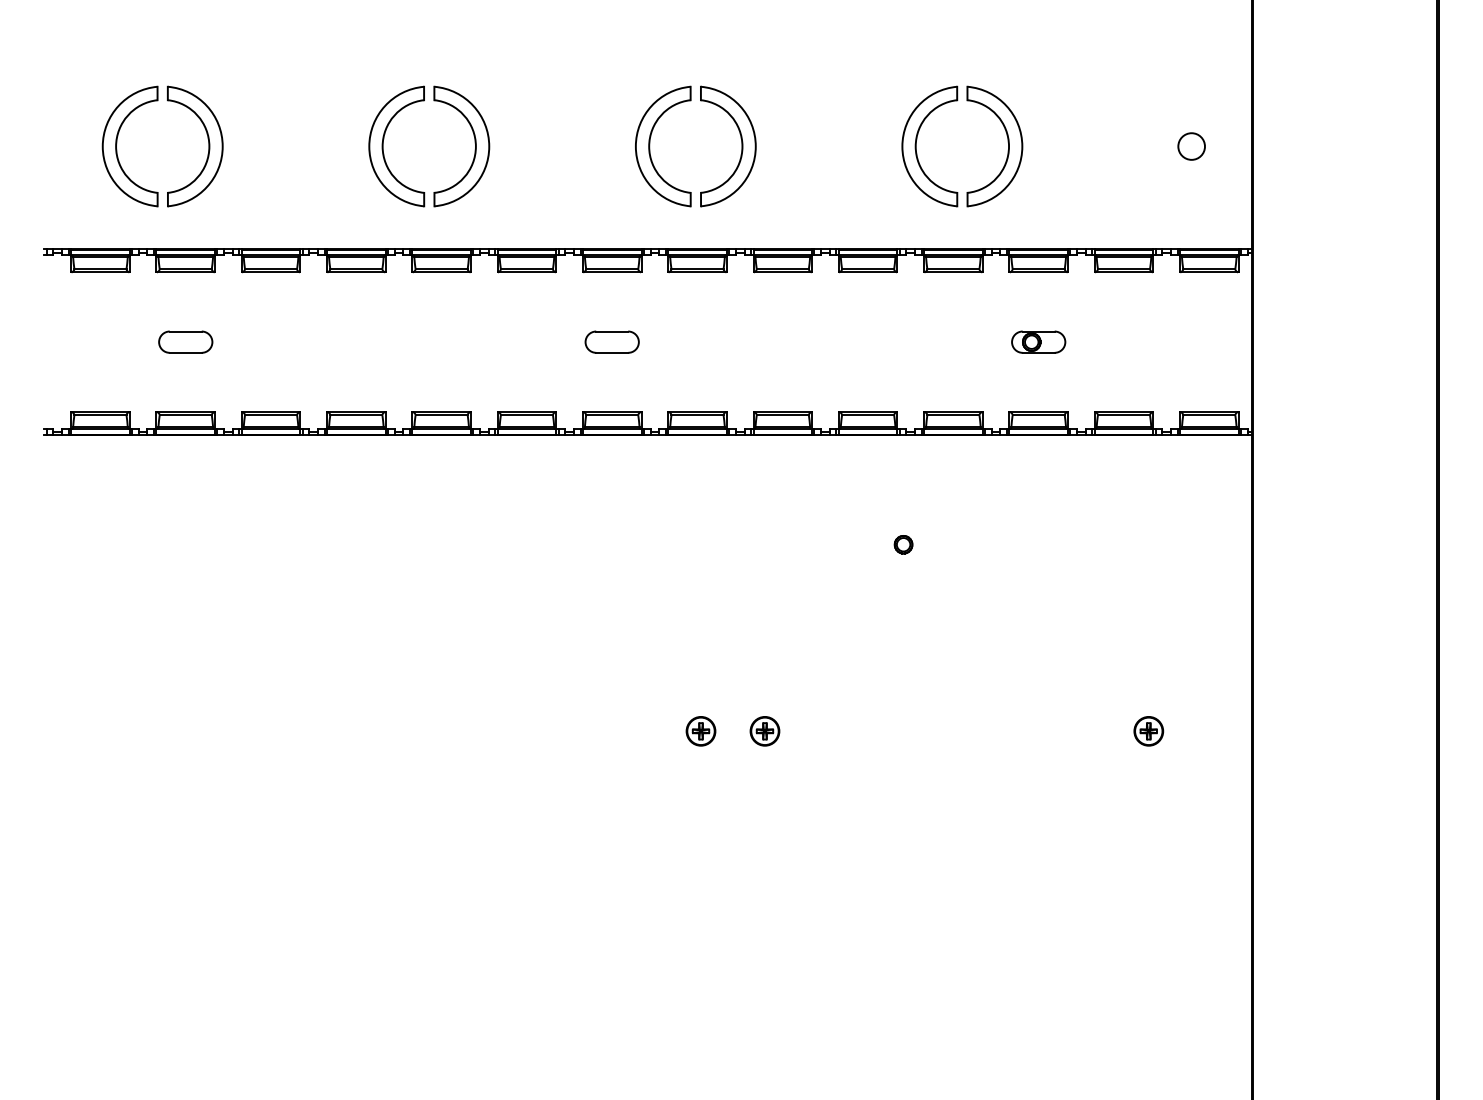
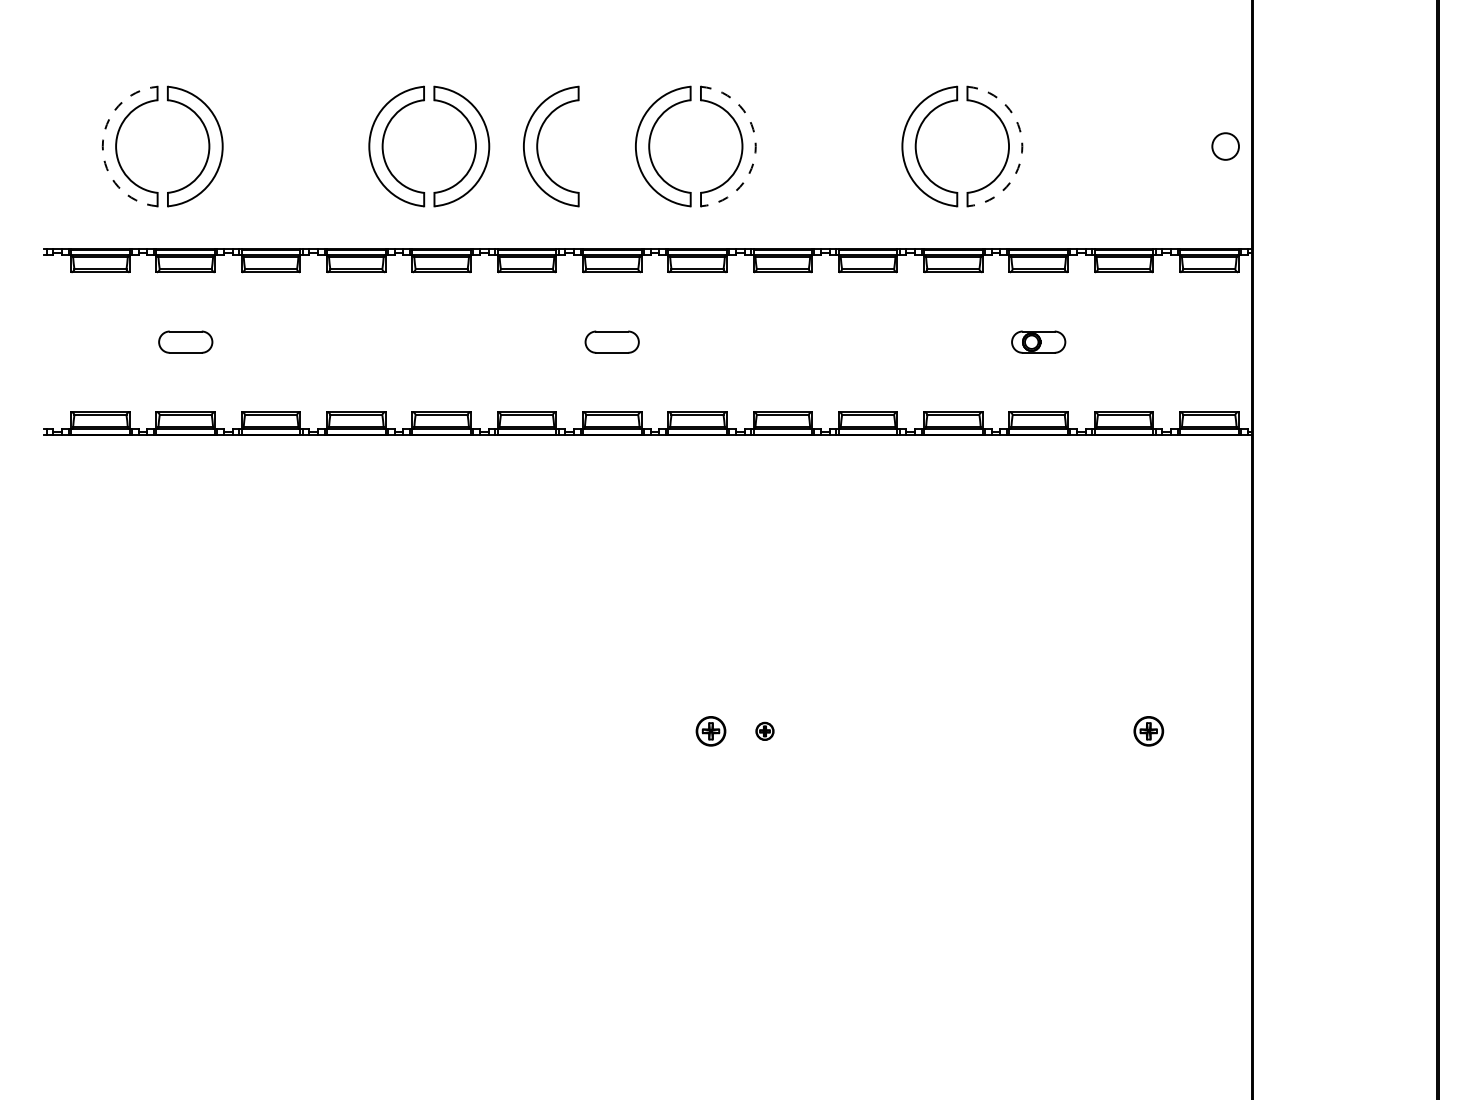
arc at (102, 146): solid -> dashed
part at (538, 146): none -> present
arc at (755, 146): solid -> dashed
arc at (1022, 146): solid -> dashed
circle at (1191, 146) position: (1191, 146) -> (1225, 146)
part at (903, 544): present -> none
part at (700, 731) position: (700, 731) -> (710, 731)
part at (764, 731) size: 32x31 px -> 20x20 px
